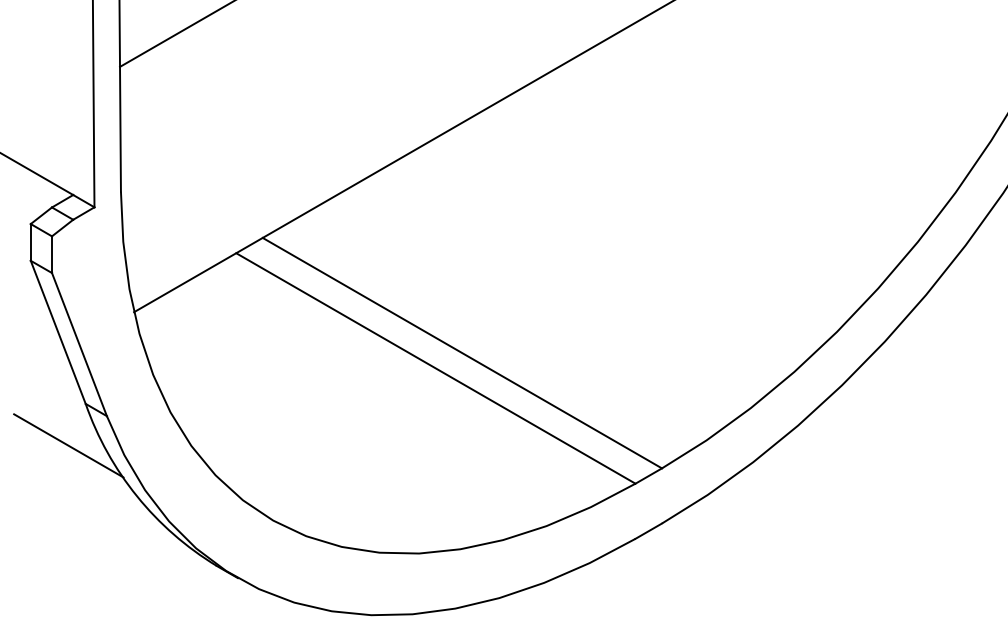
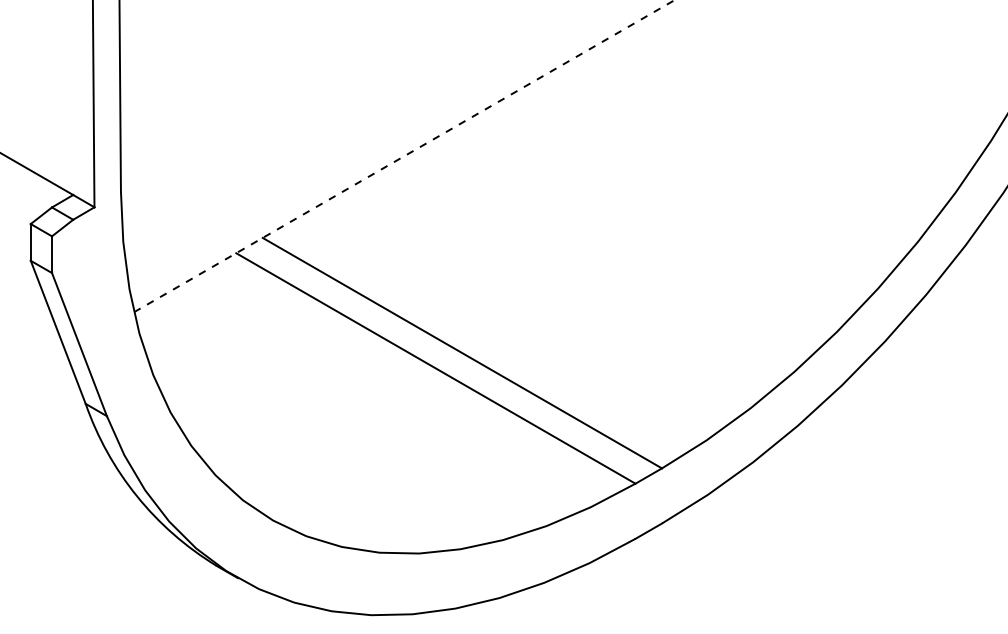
line at (175, 34): present -> none
line at (404, 155): solid -> dashed
line at (68, 445): present -> none
